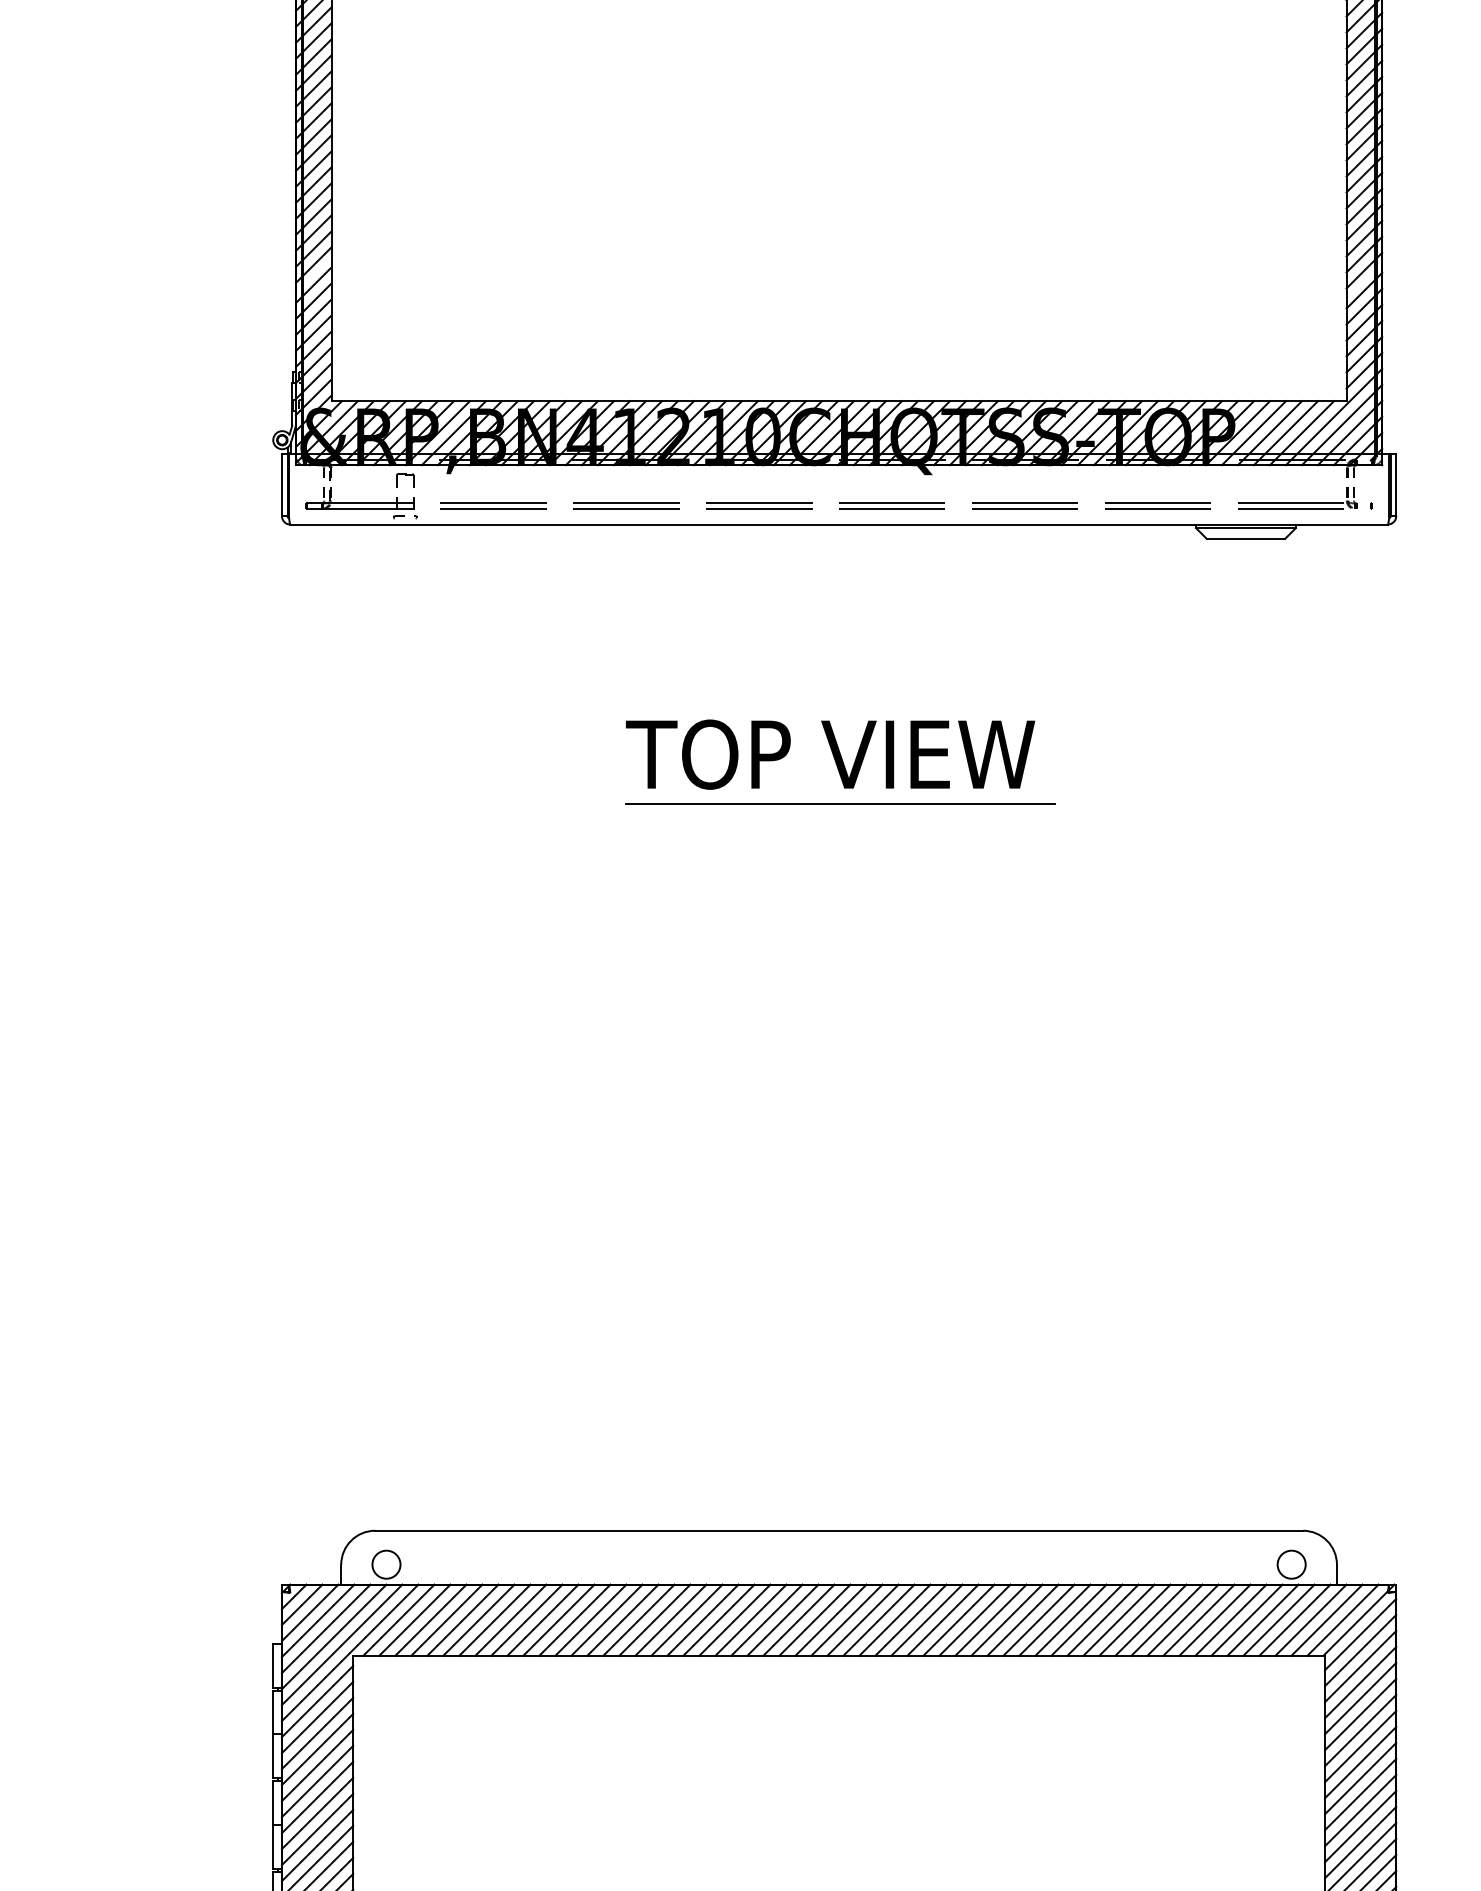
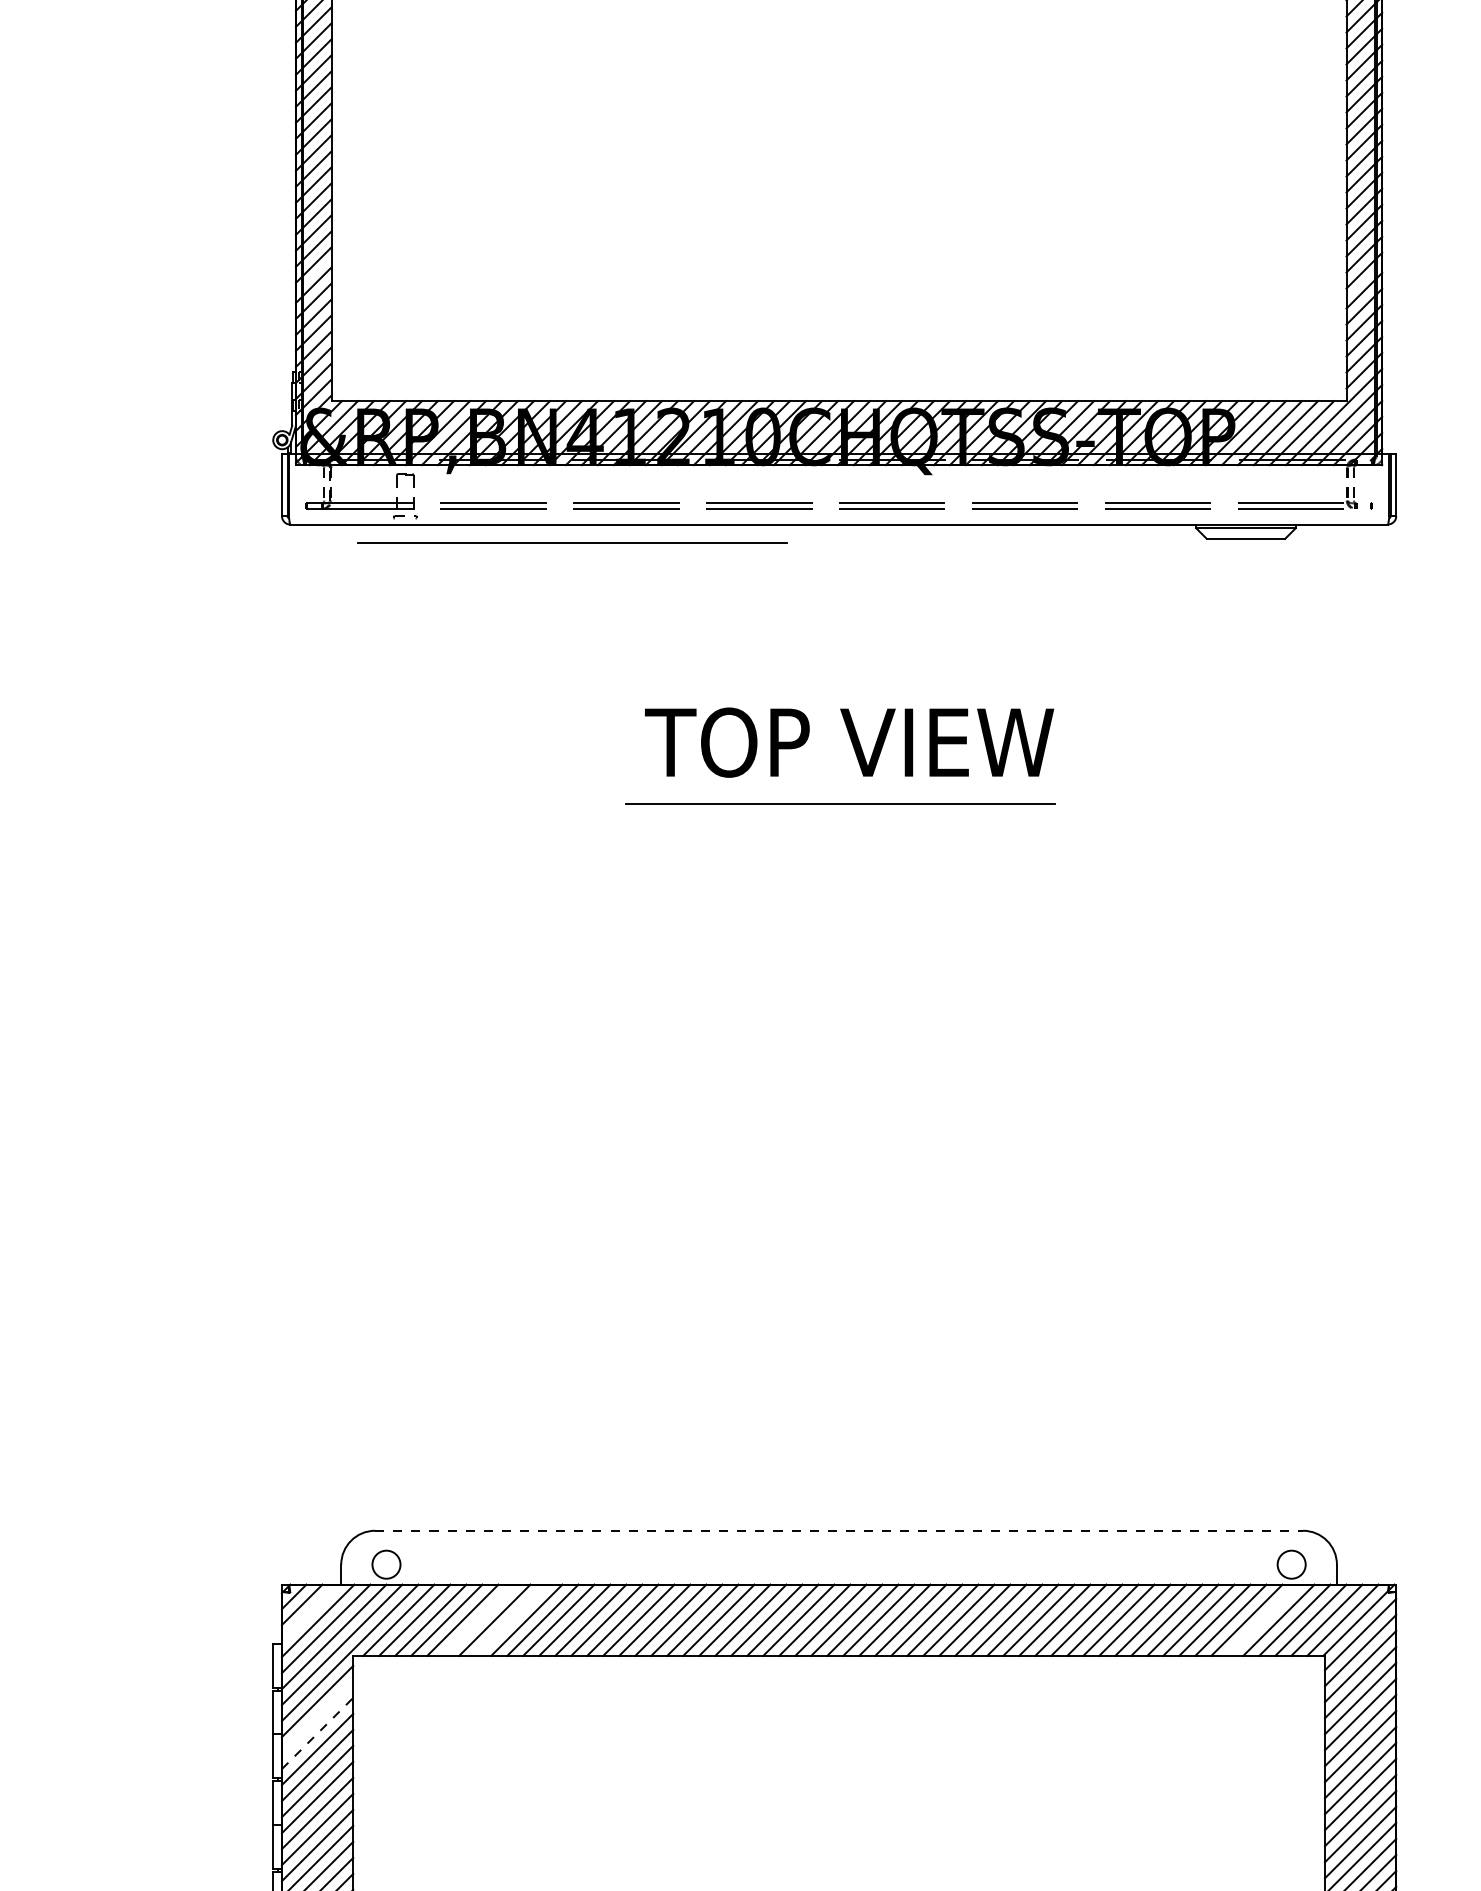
line at (572, 542): none -> present
text at (830, 754) position: (830, 754) -> (849, 742)
line at (839, 1530): solid -> dashed
line at (309, 1612): present -> none
line at (478, 1619): present -> none
line at (510, 1619): present -> none
line at (1262, 1619): present -> none
line at (317, 1717): present -> none
line at (317, 1733): solid -> dashed
